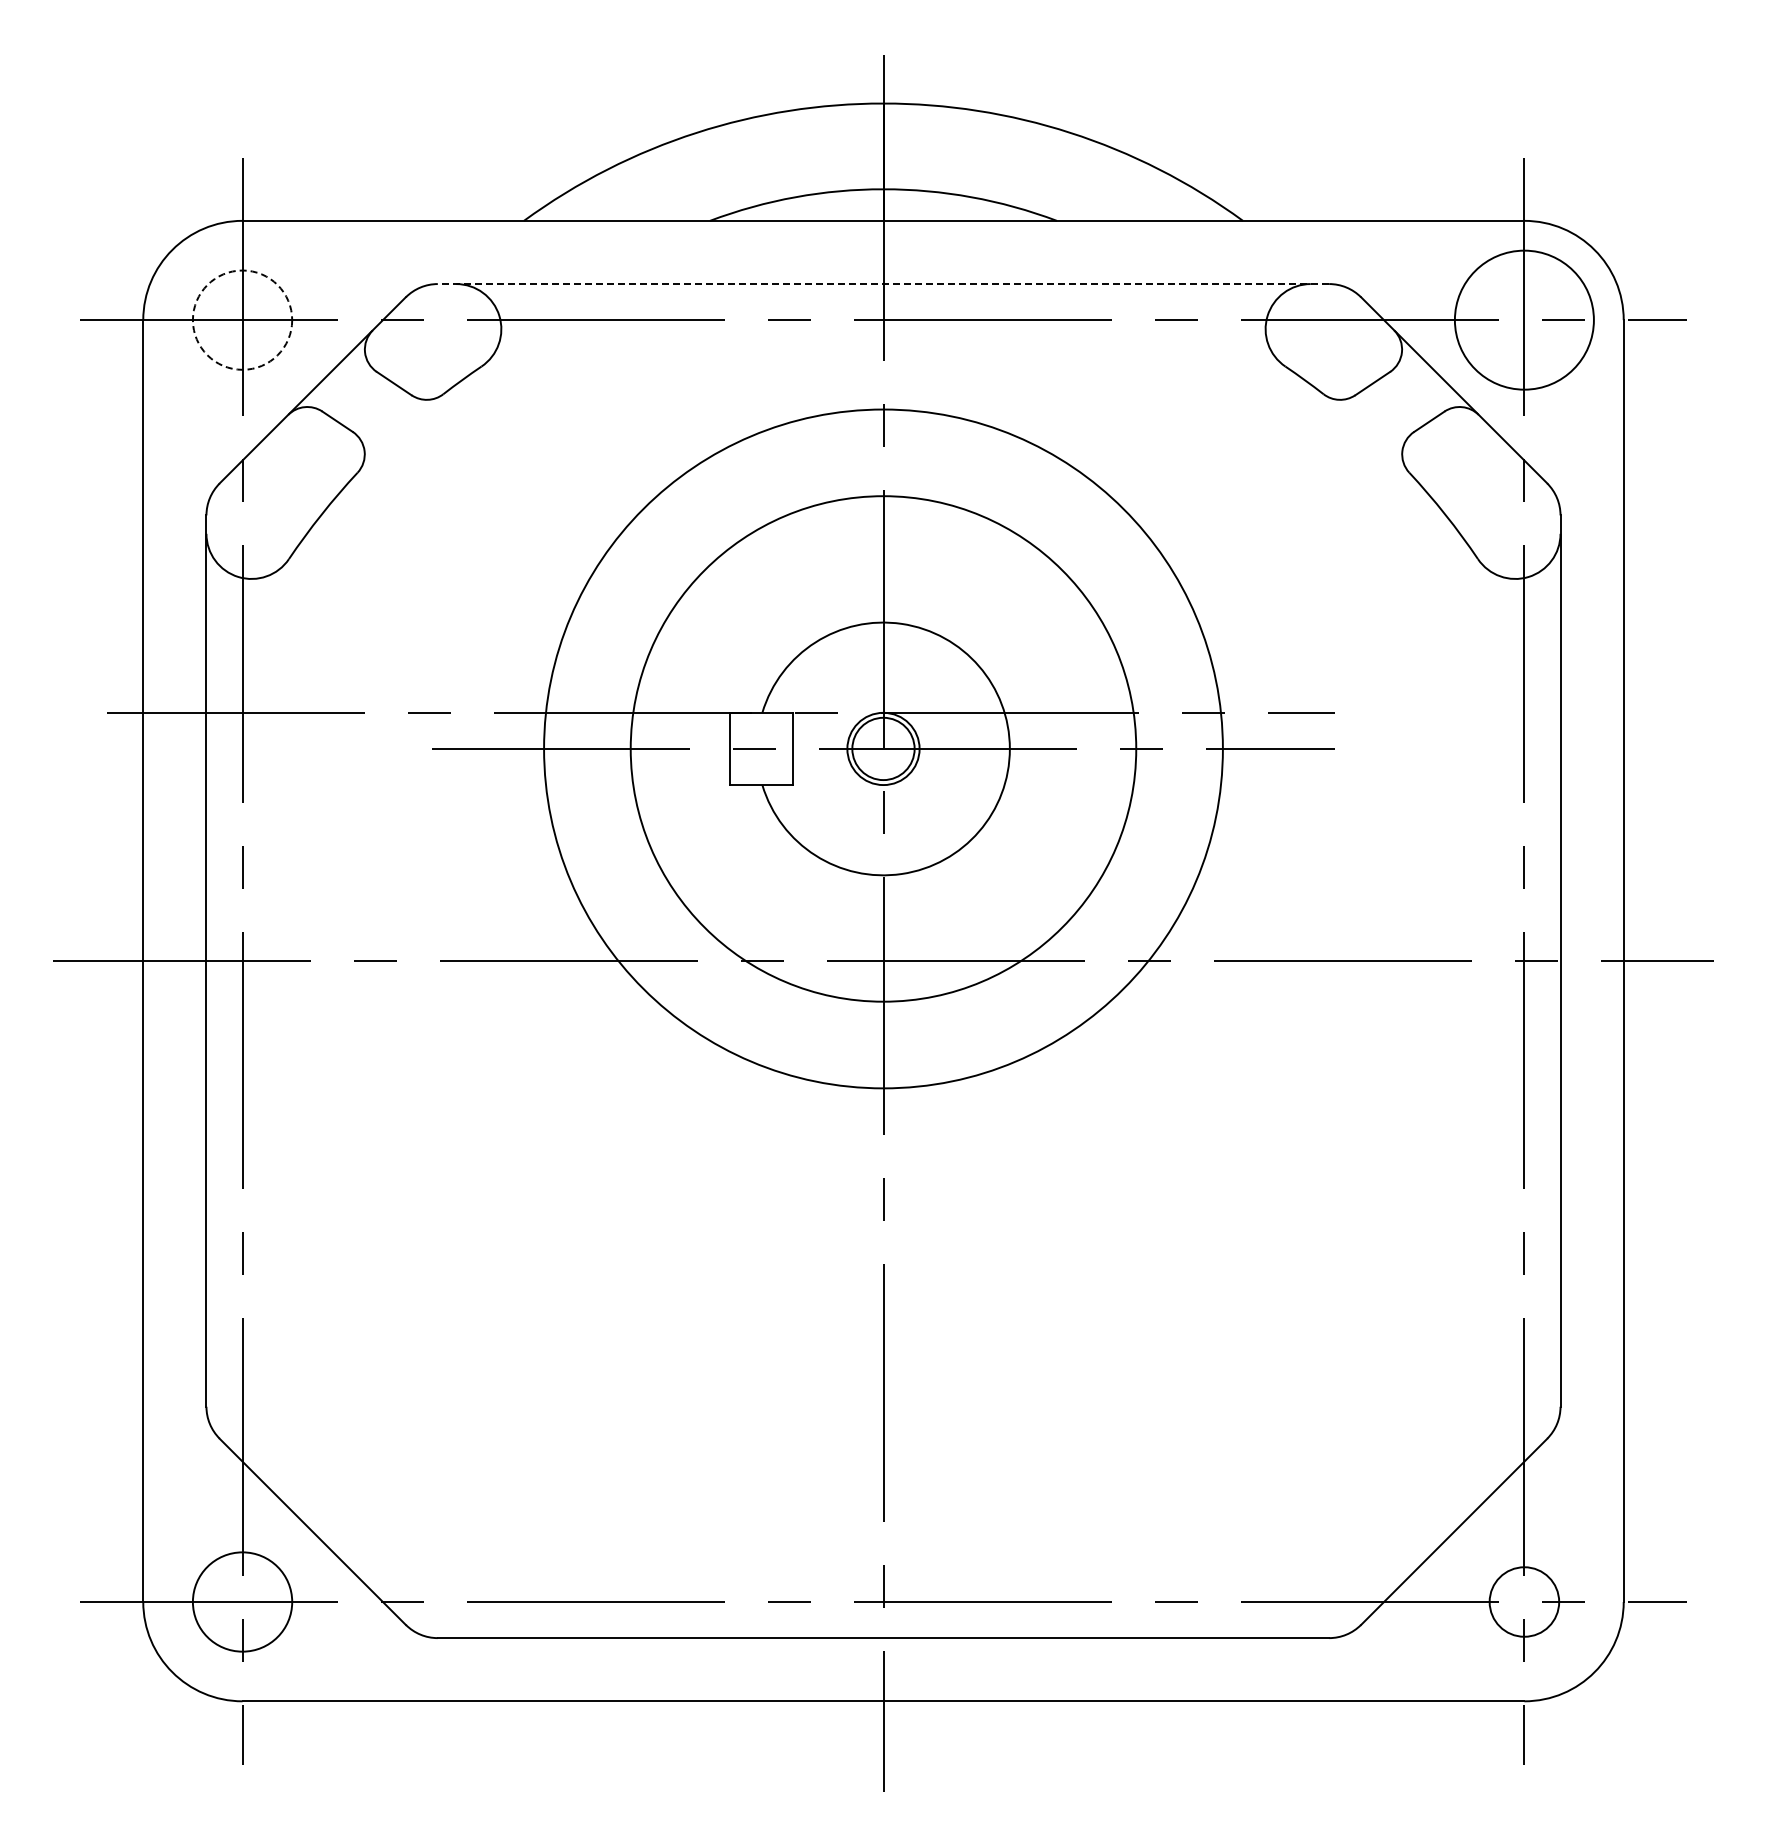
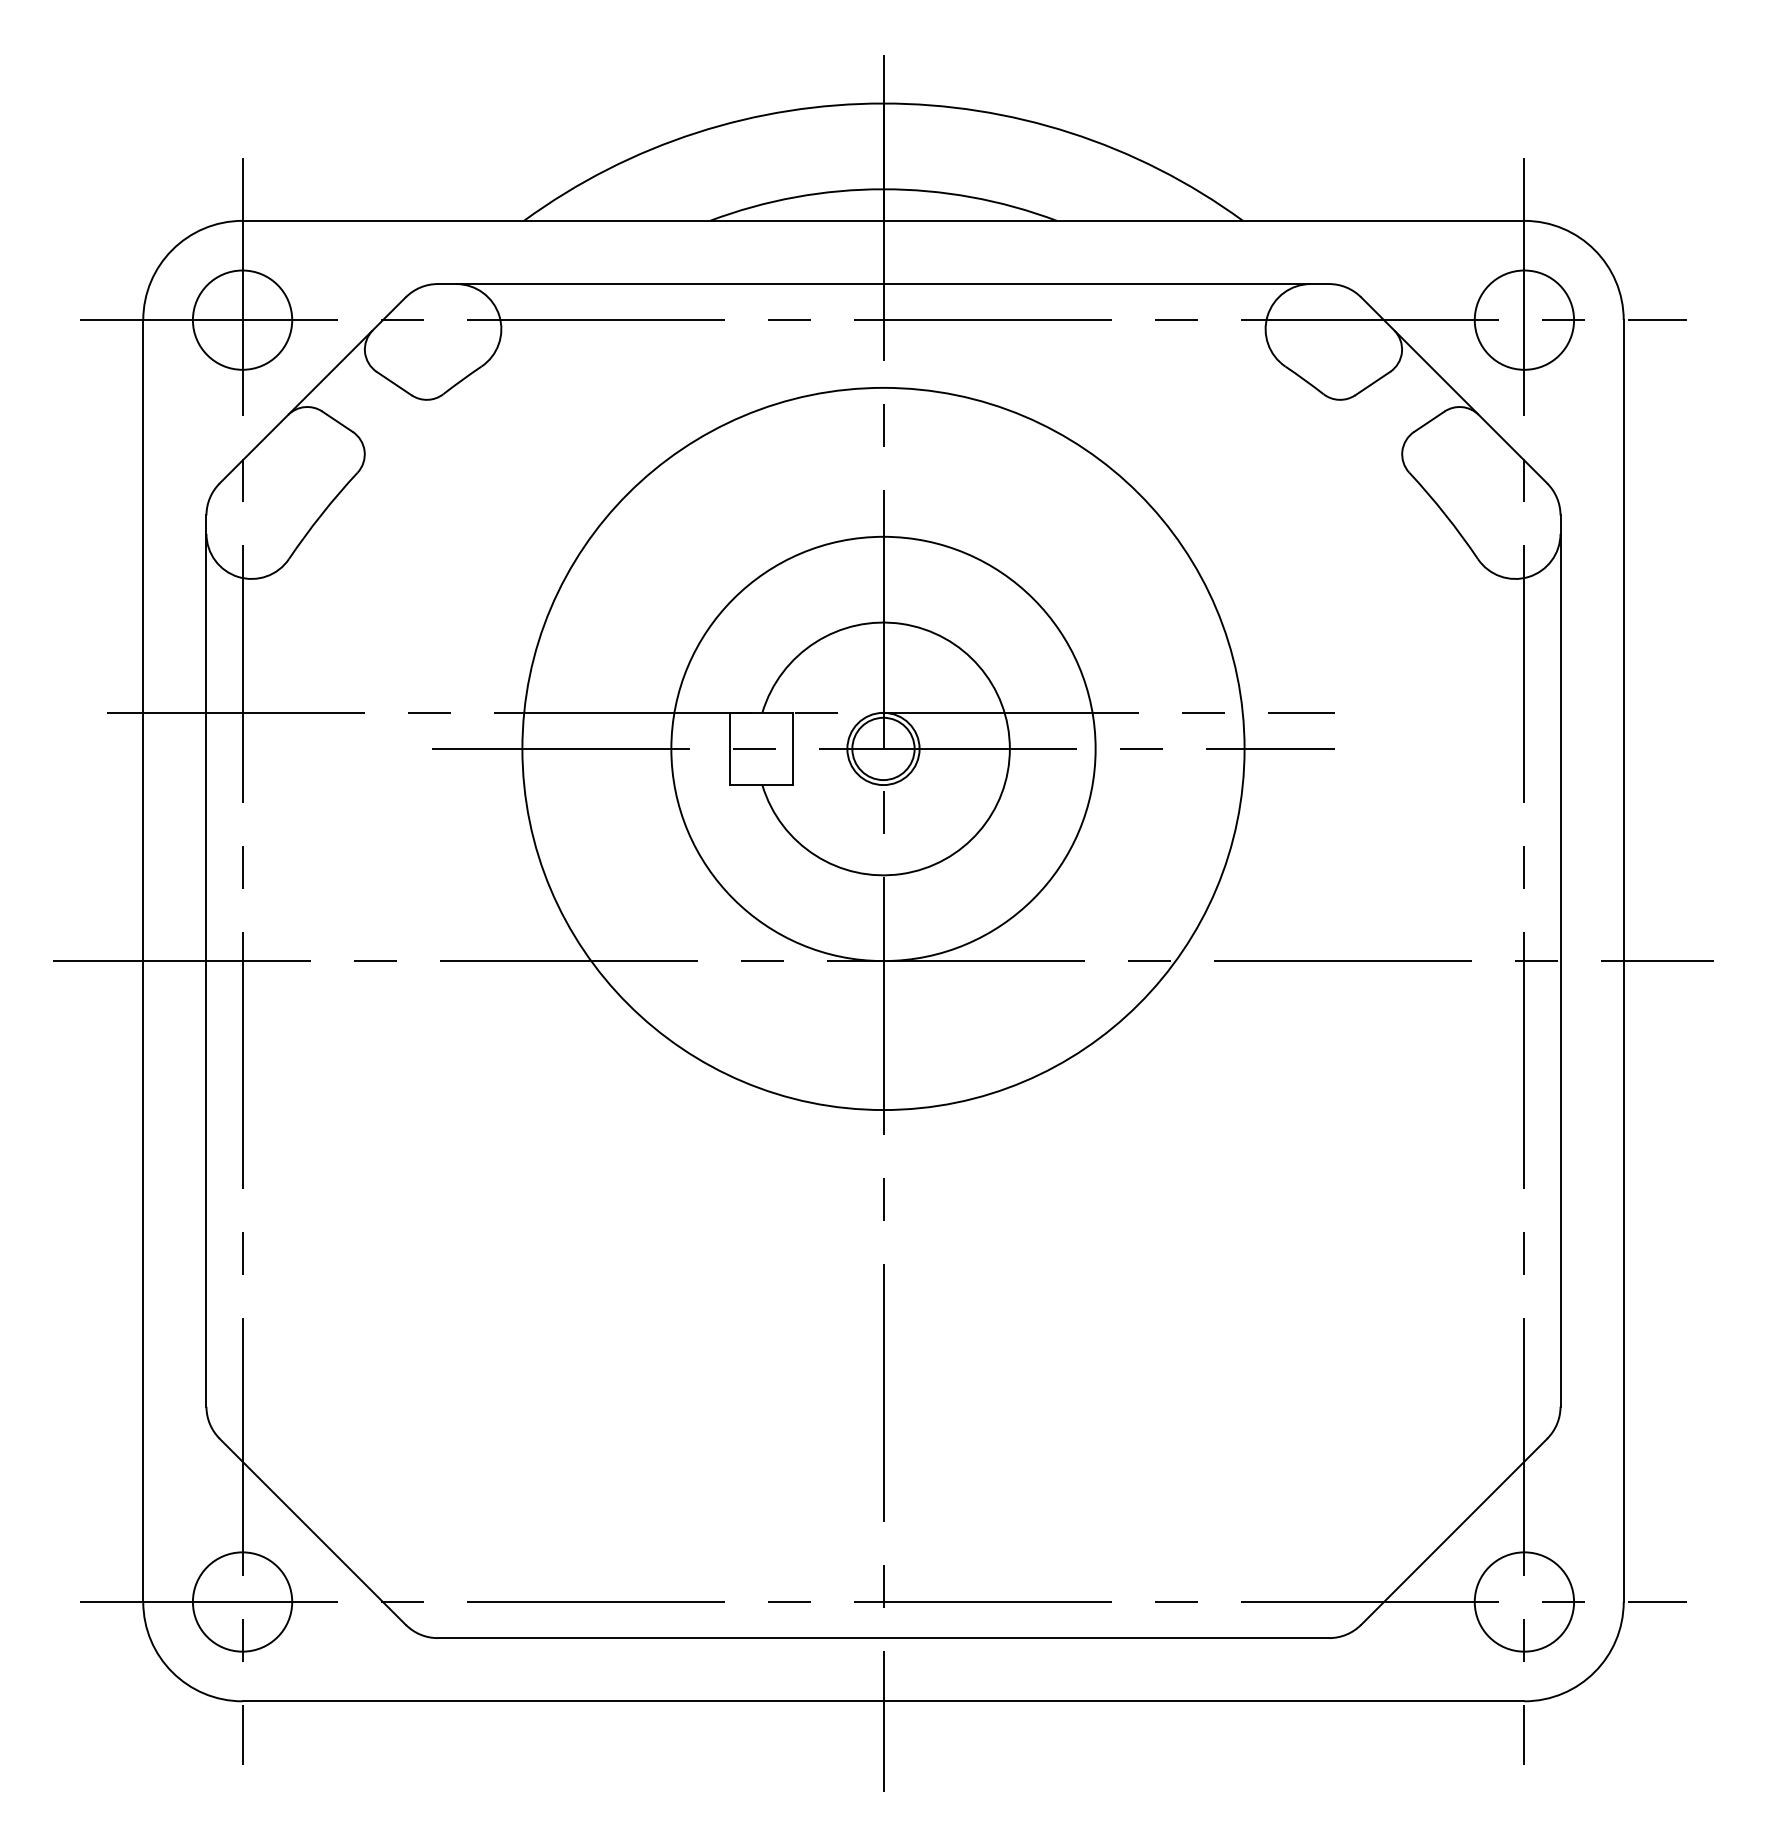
line at (883, 284): dashed -> solid
circle at (242, 319): dashed -> solid
circle at (1523, 319) diameter: 139 px -> 99 px
circle at (883, 748) diameter: 506 px -> 722 px
circle at (883, 748) diameter: 679 px -> 424 px
circle at (1524, 1601) diameter: 70 px -> 99 px
